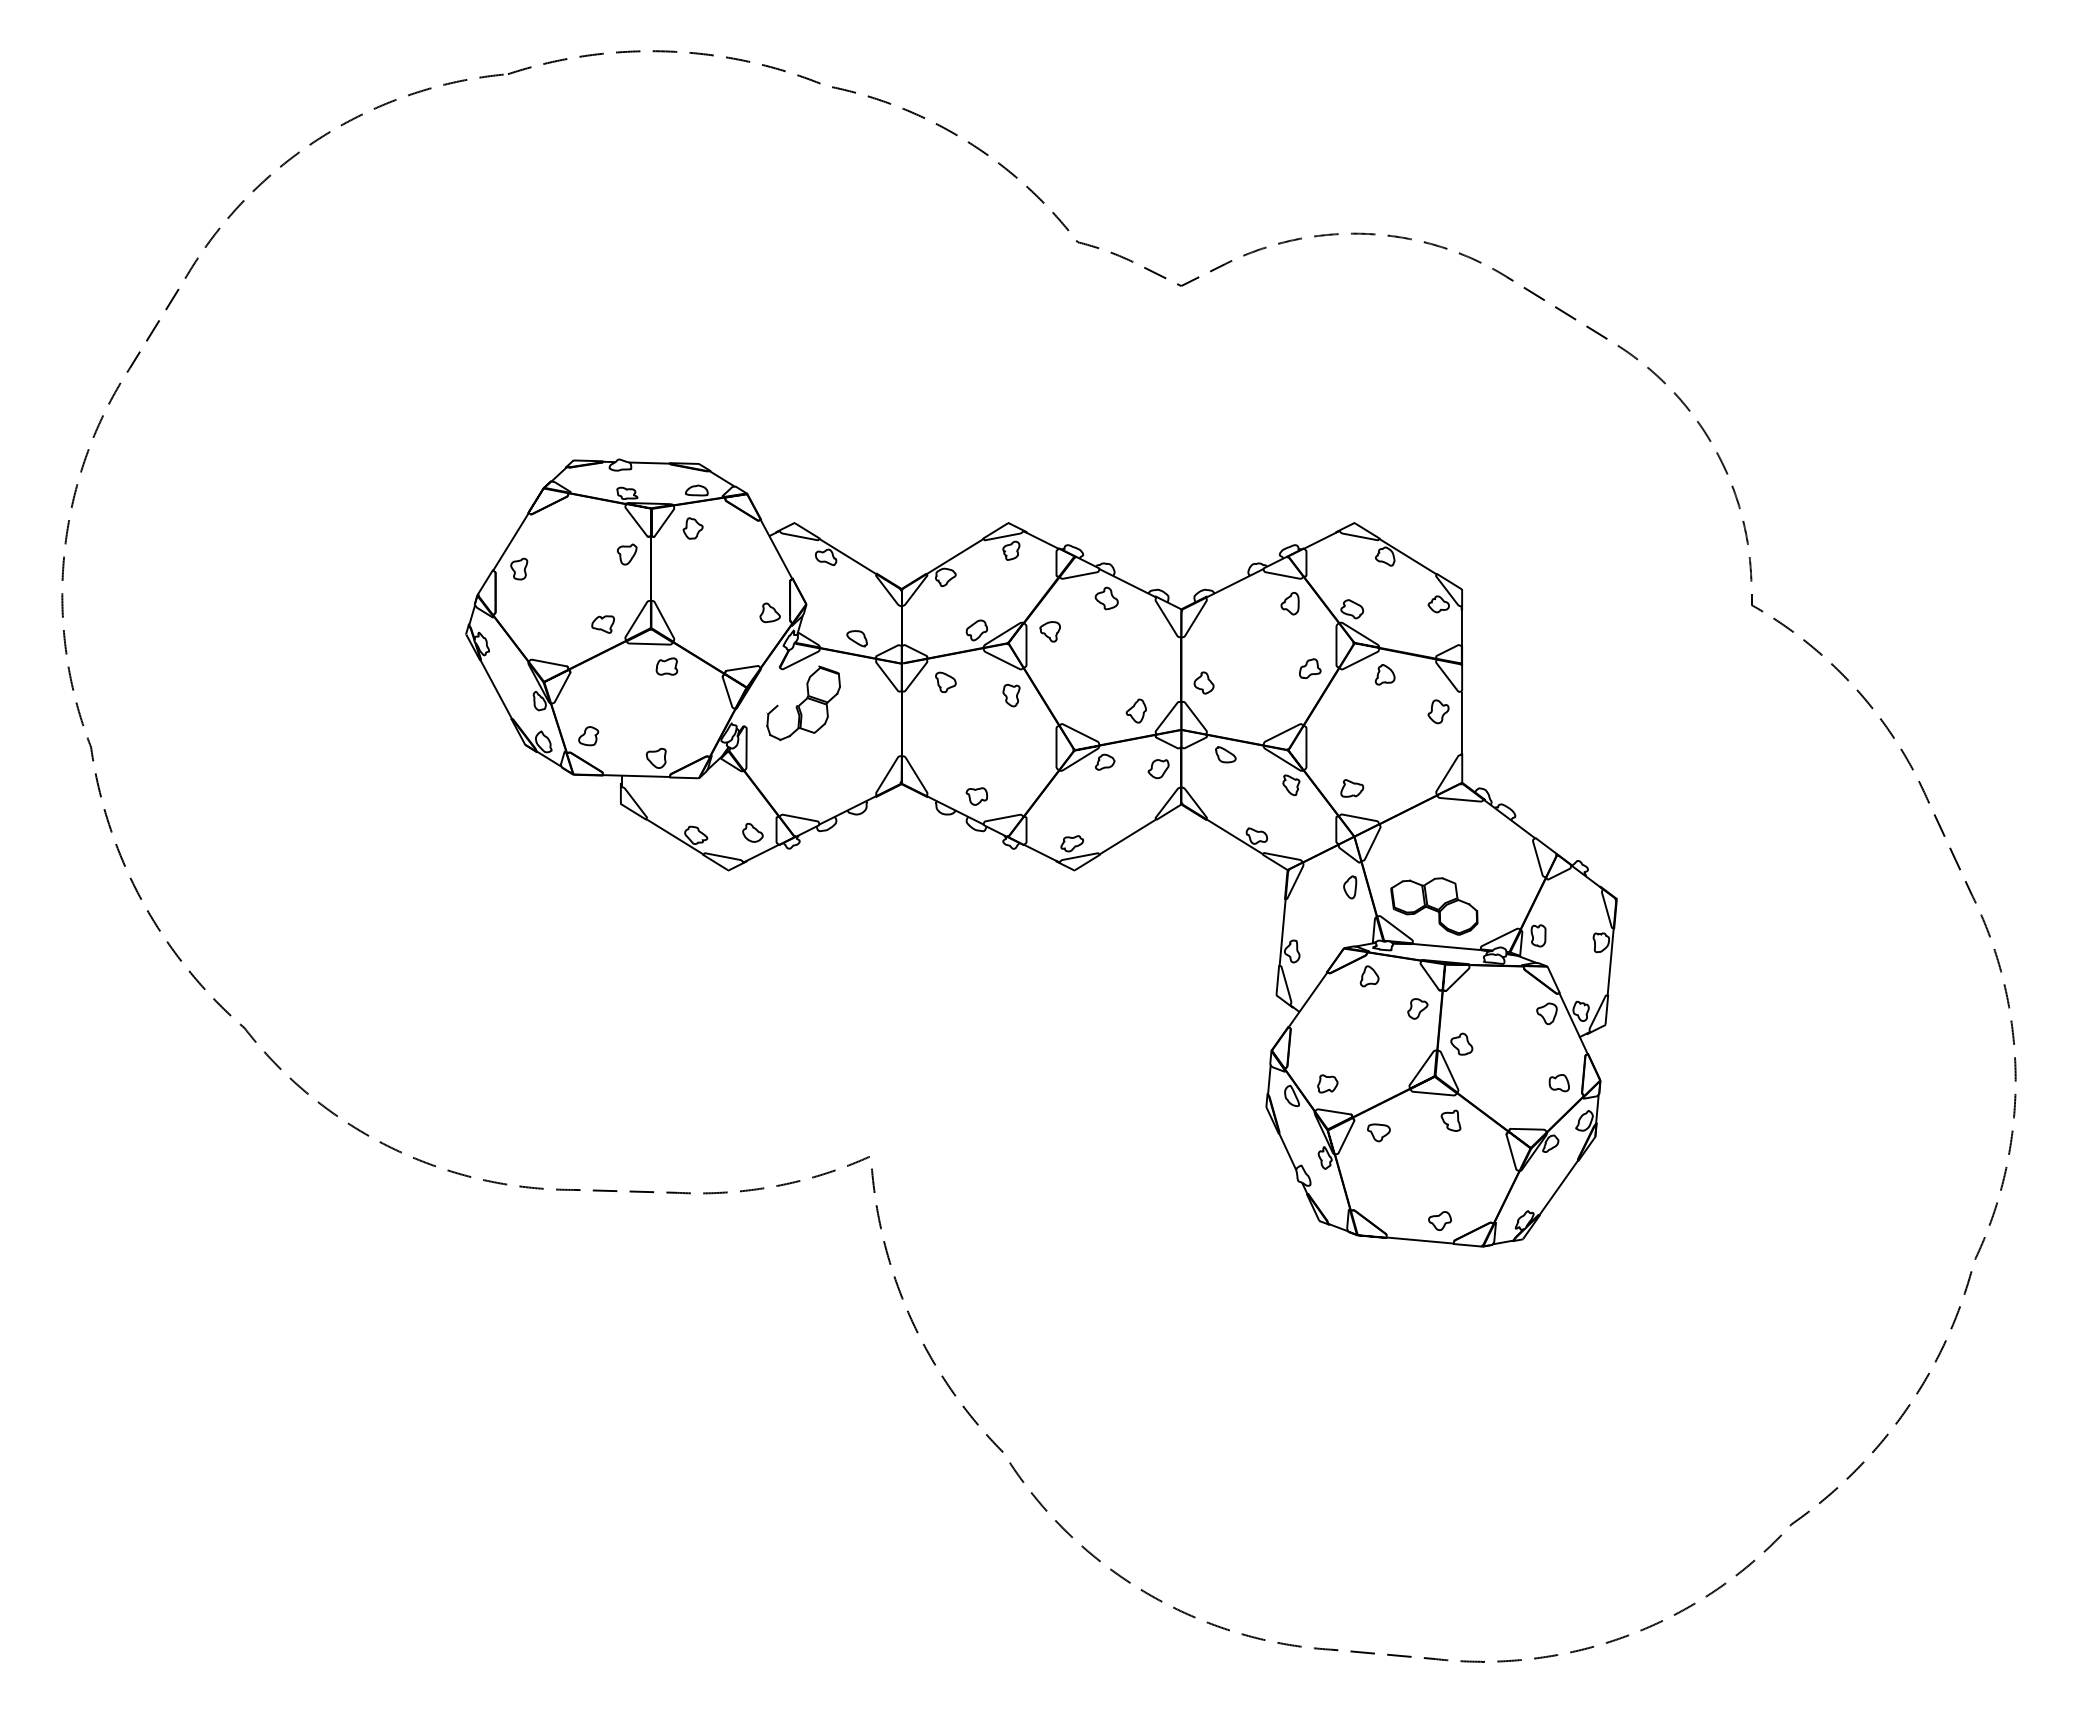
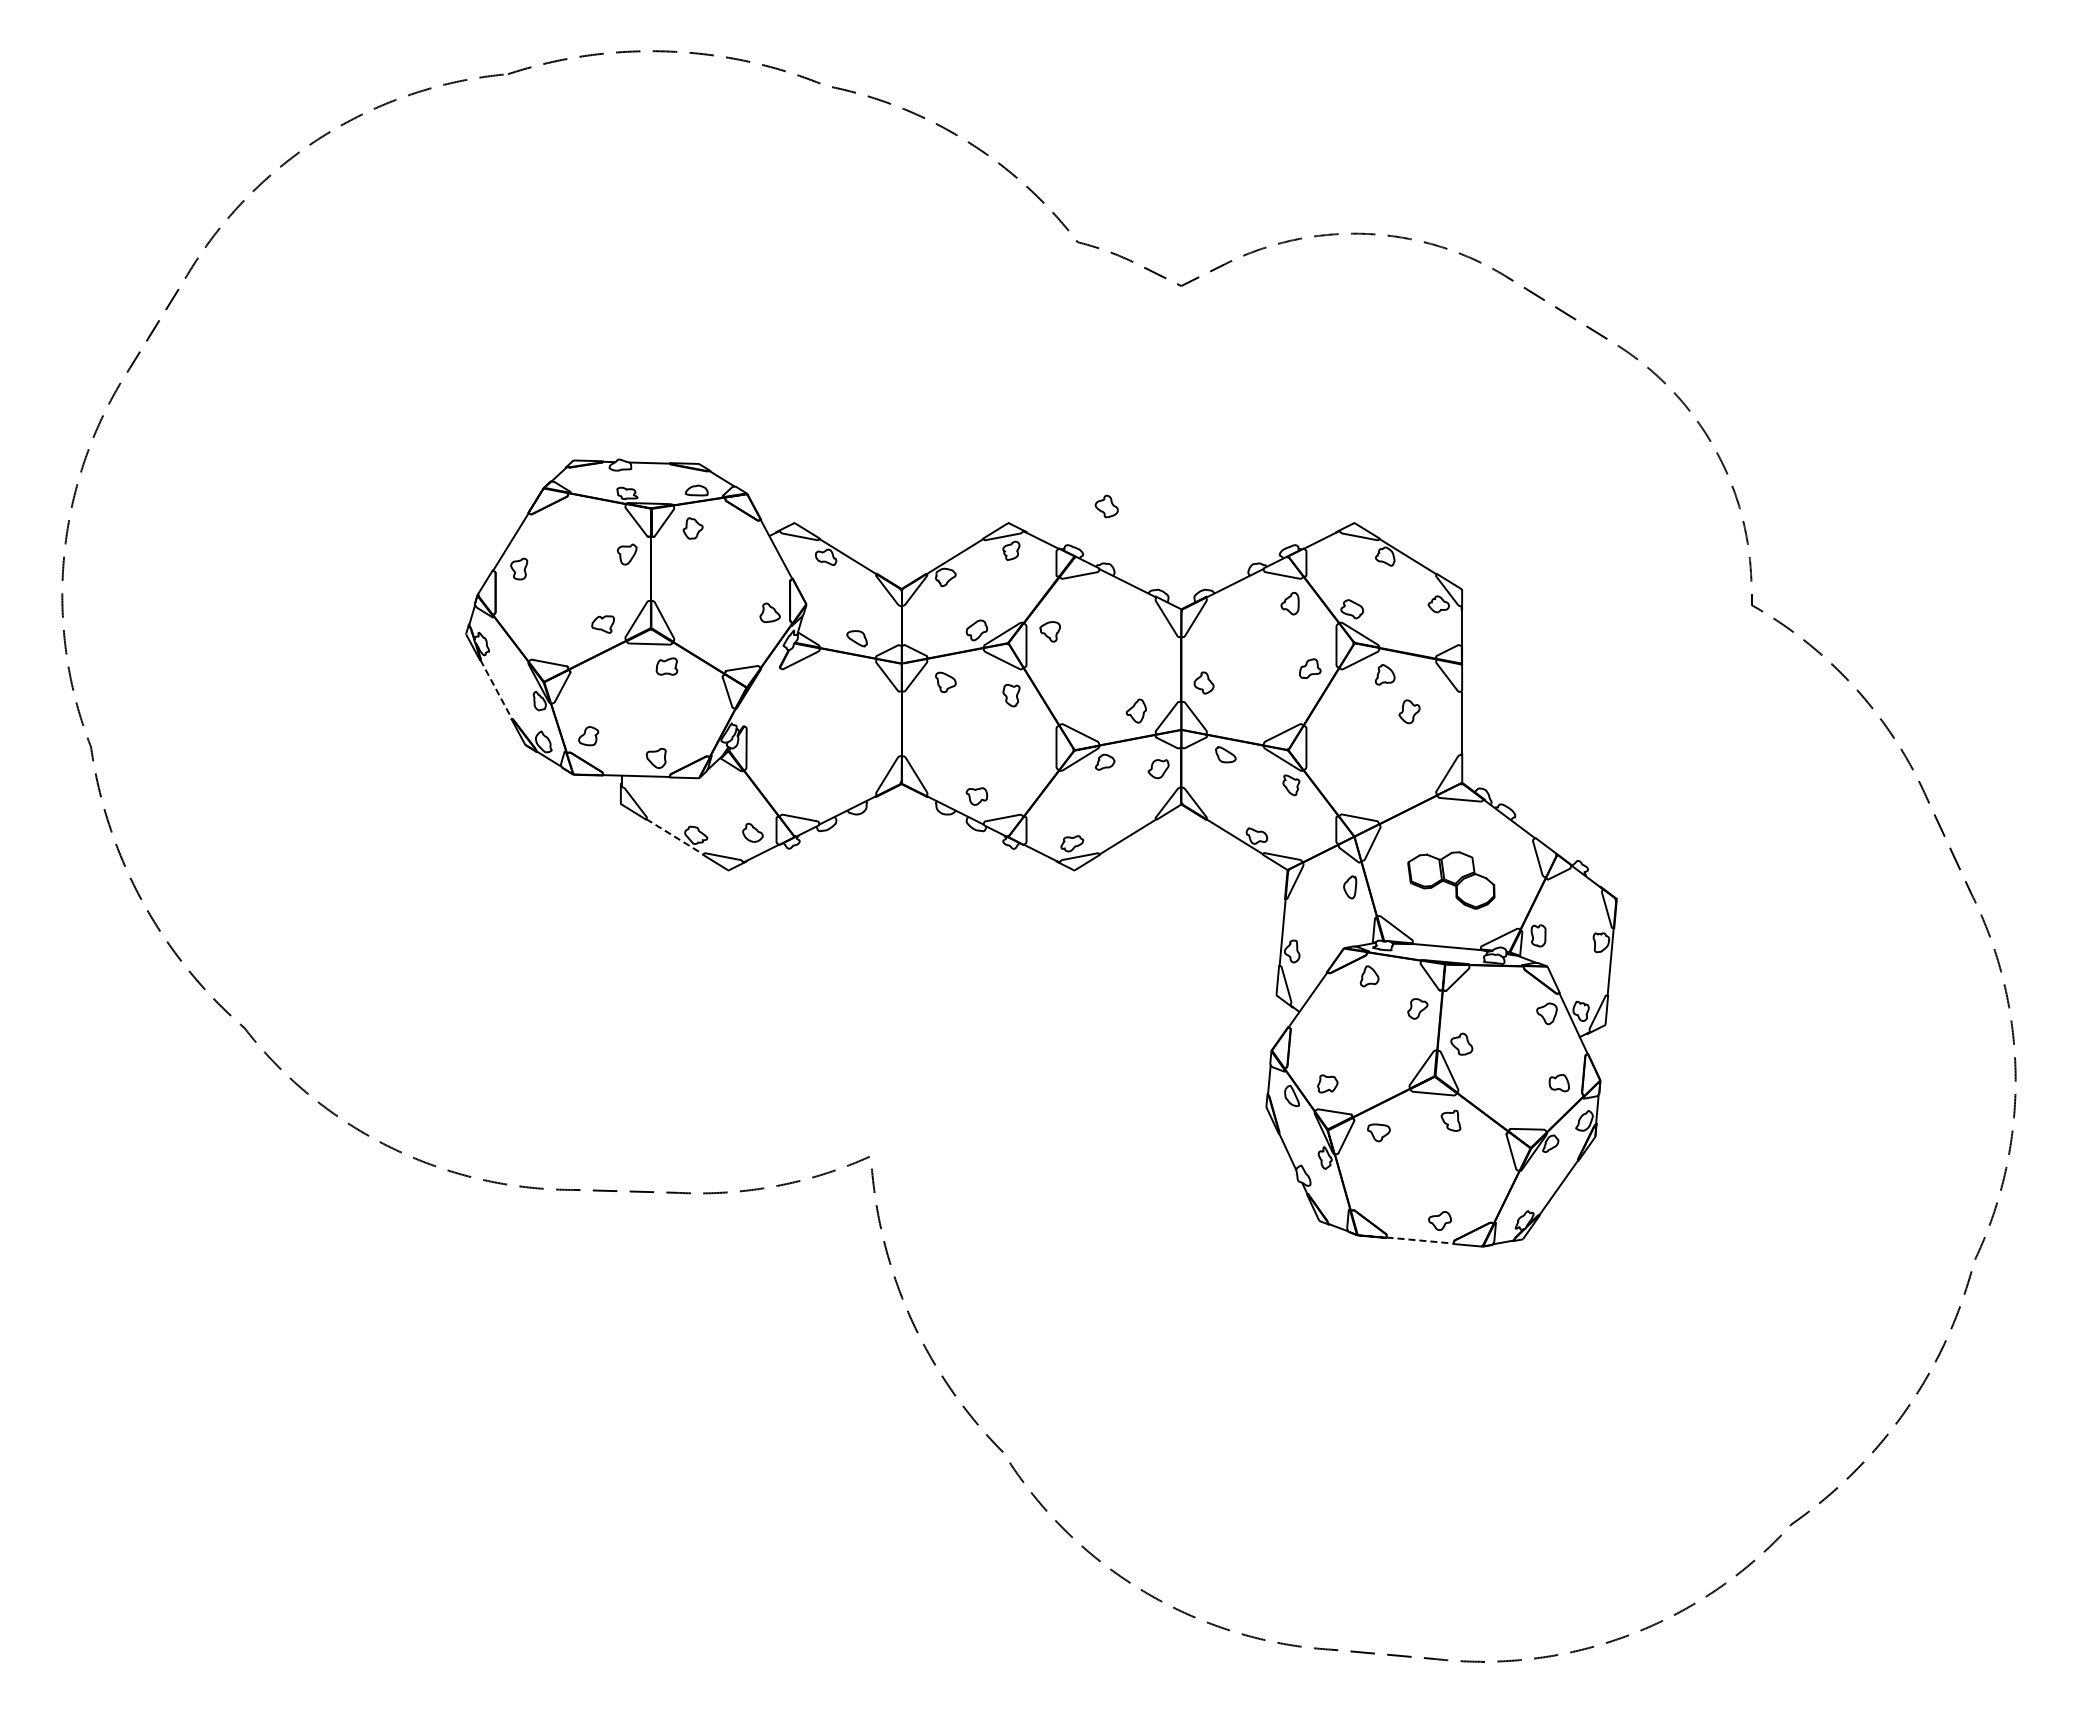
part at (1106, 598) position: (1106, 598) -> (1106, 506)
line at (496, 689): solid -> dashed
part at (803, 702): present -> none
part at (1438, 711) position: (1438, 711) -> (1409, 711)
part at (1352, 788): present -> none
line at (674, 836): solid -> dashed
part at (1434, 906) position: (1434, 906) -> (1451, 880)
line at (1420, 1240): solid -> dashed
